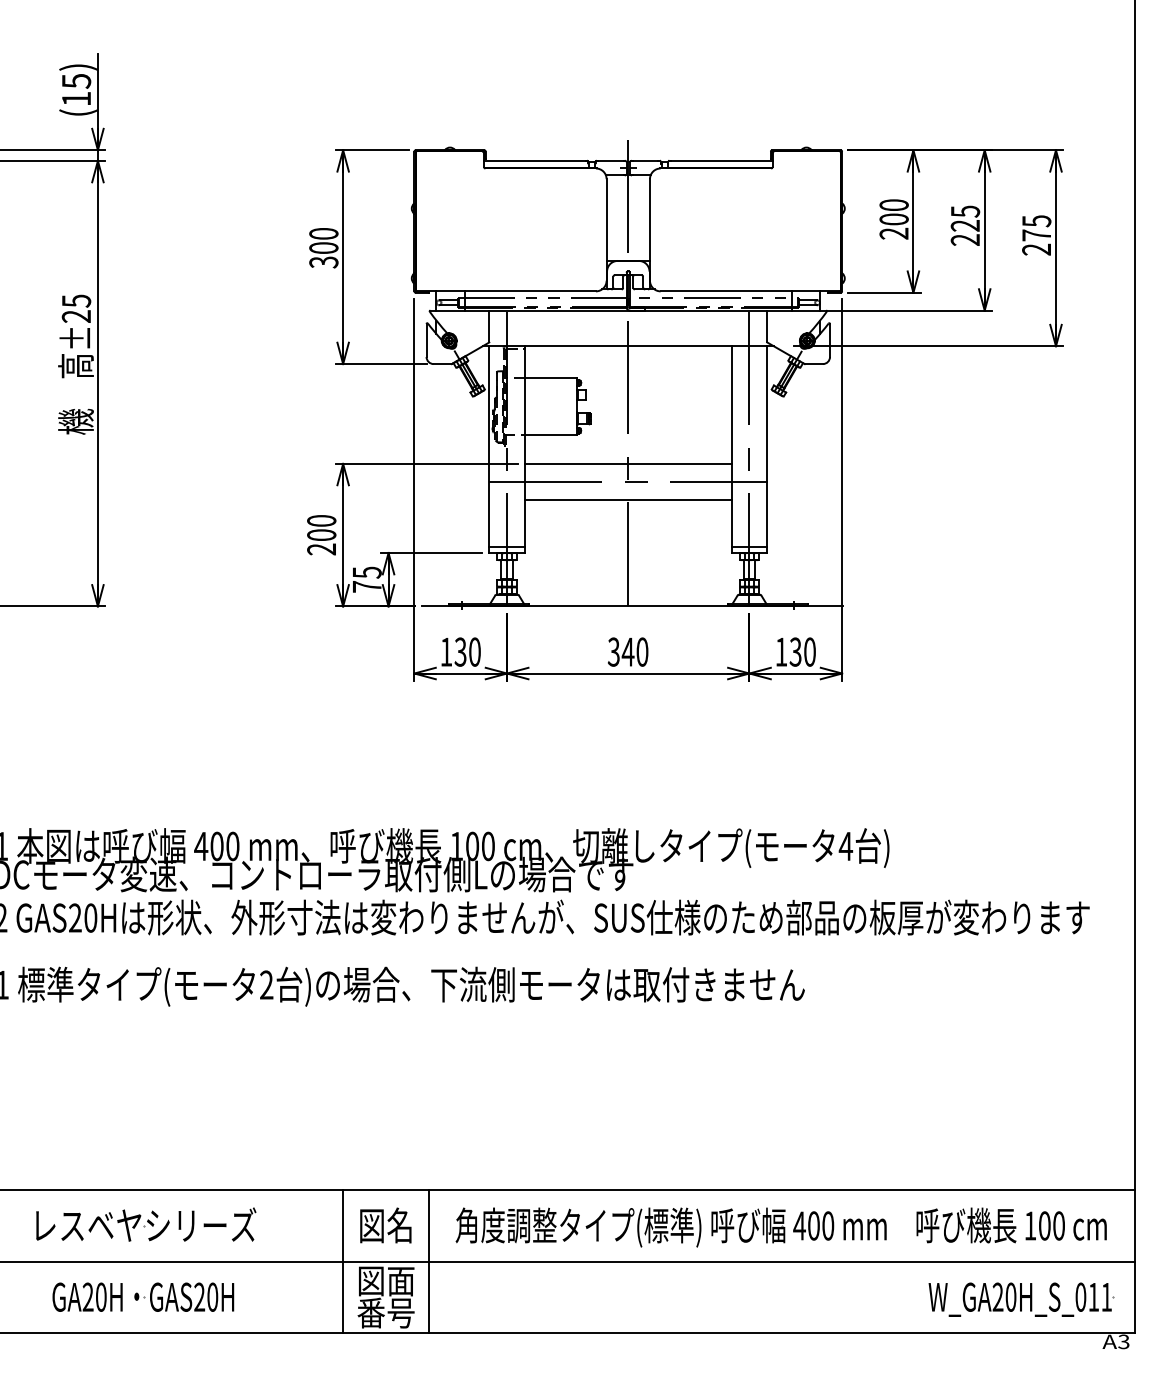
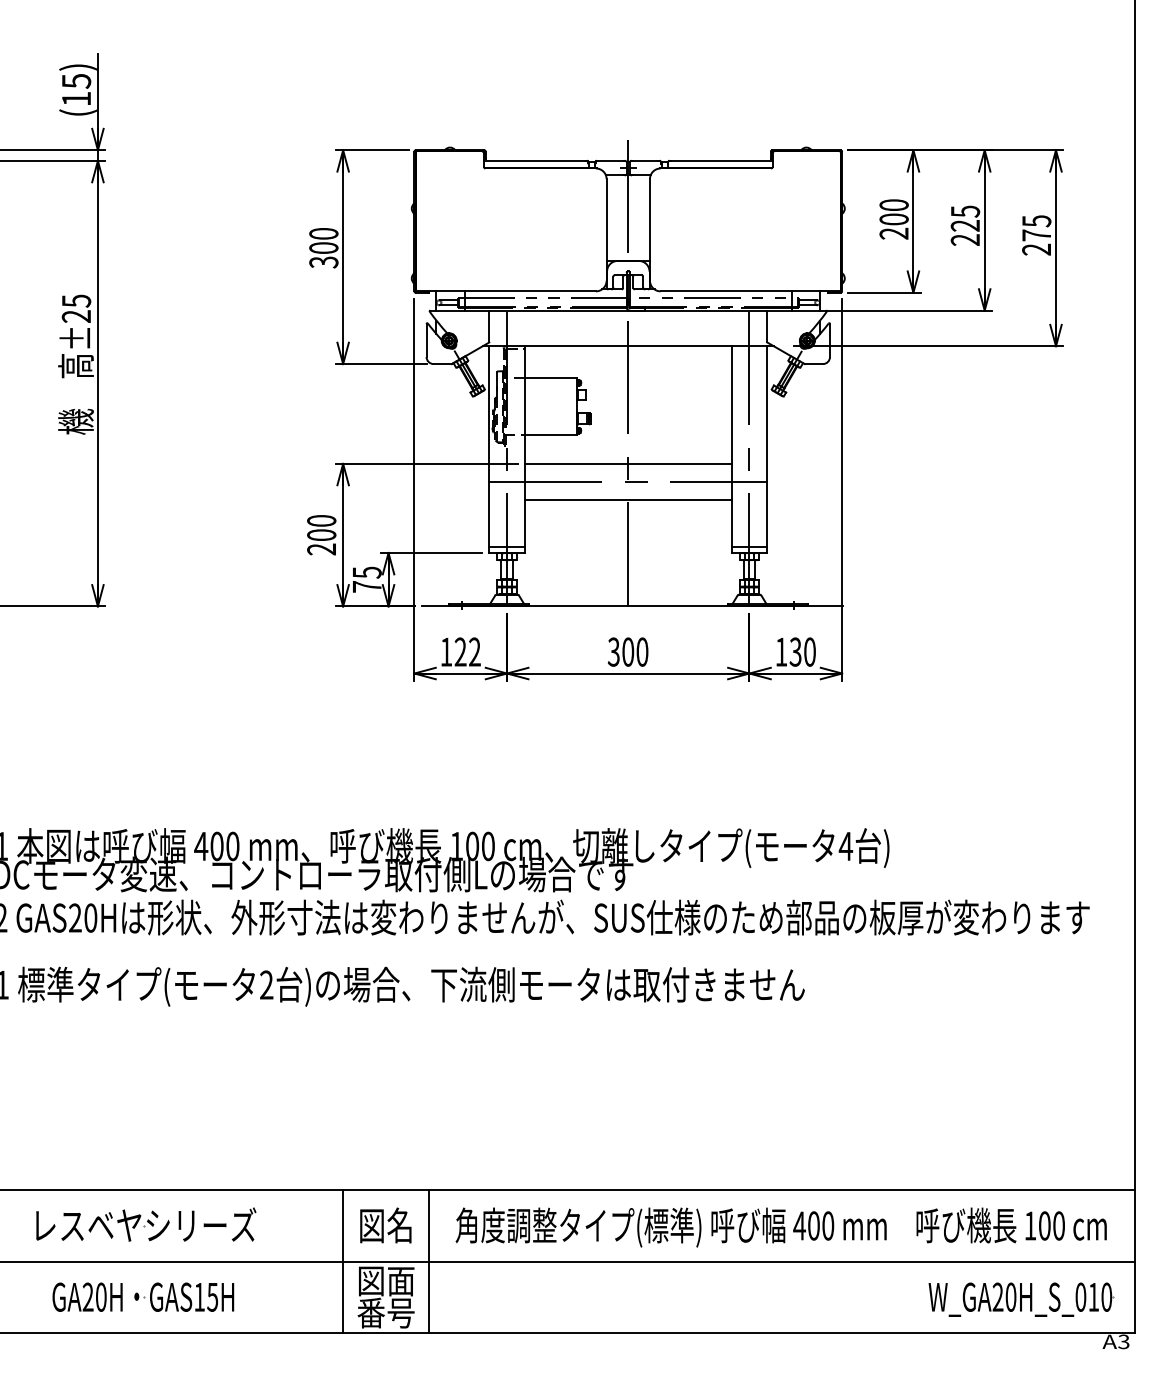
text at (467, 651): 130 -> 122
text at (627, 651): 340 -> 300
text at (206, 1296): GAS20H -> GAS15H
text at (1106, 1296): W_GA20H_S_011 -> W_GA20H_S_010
